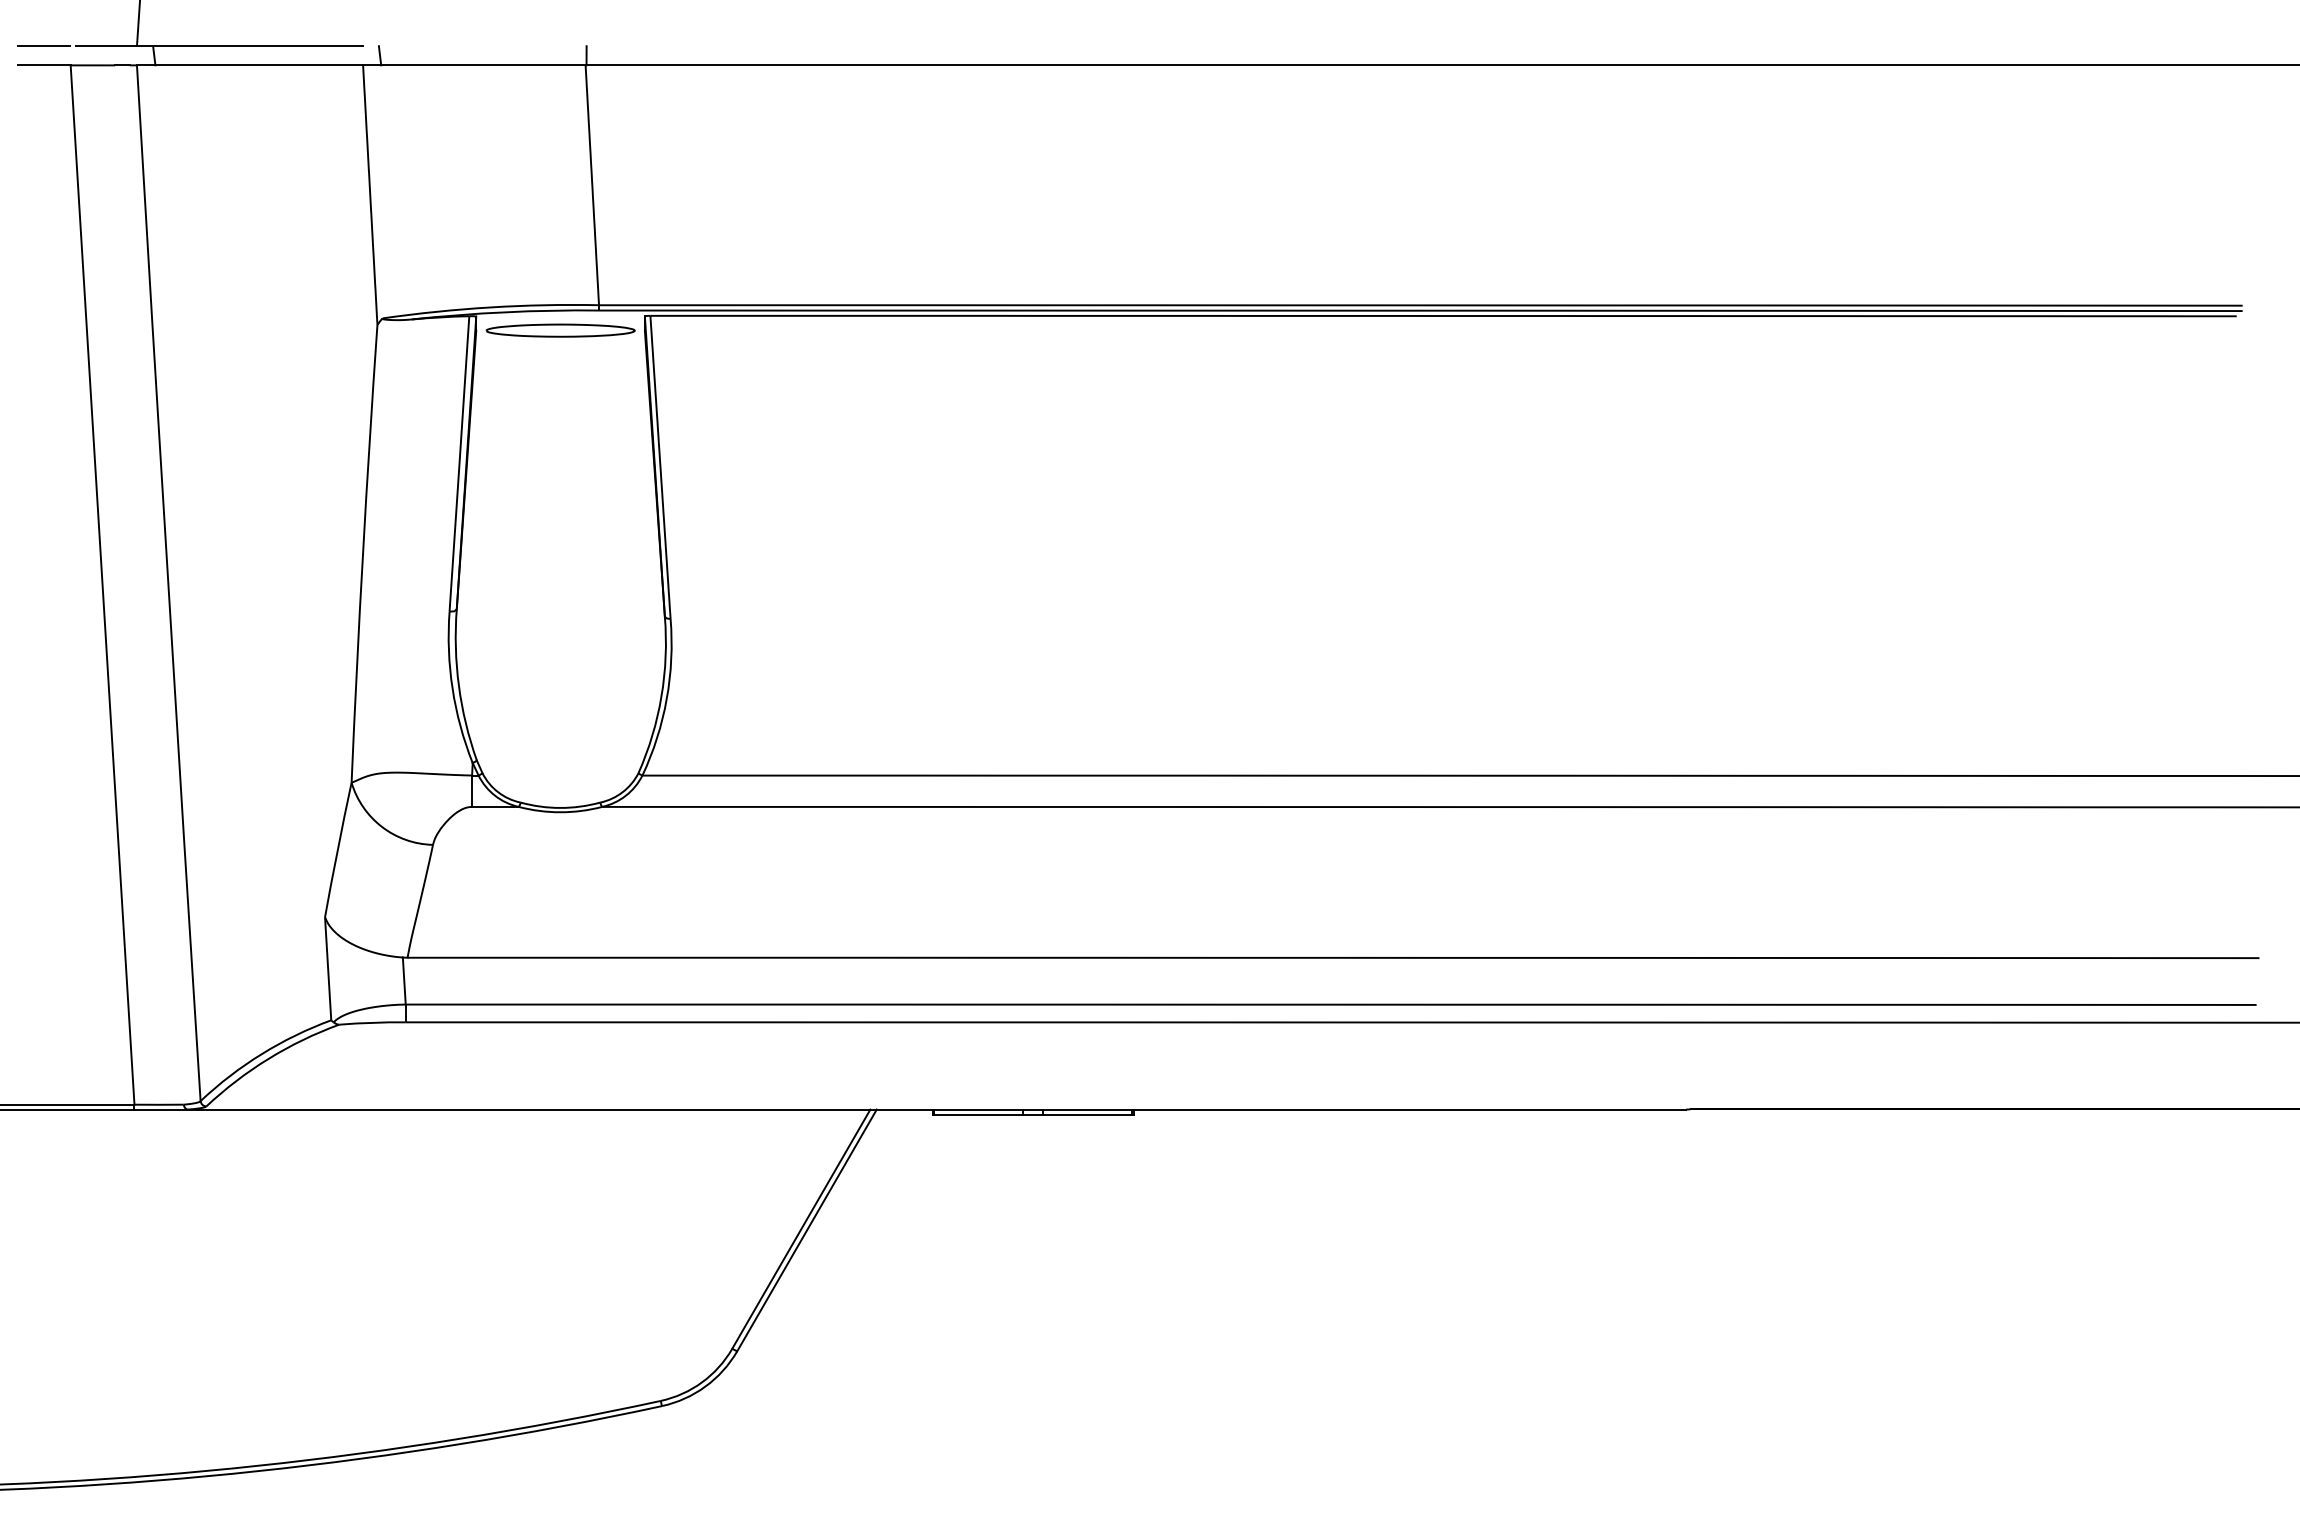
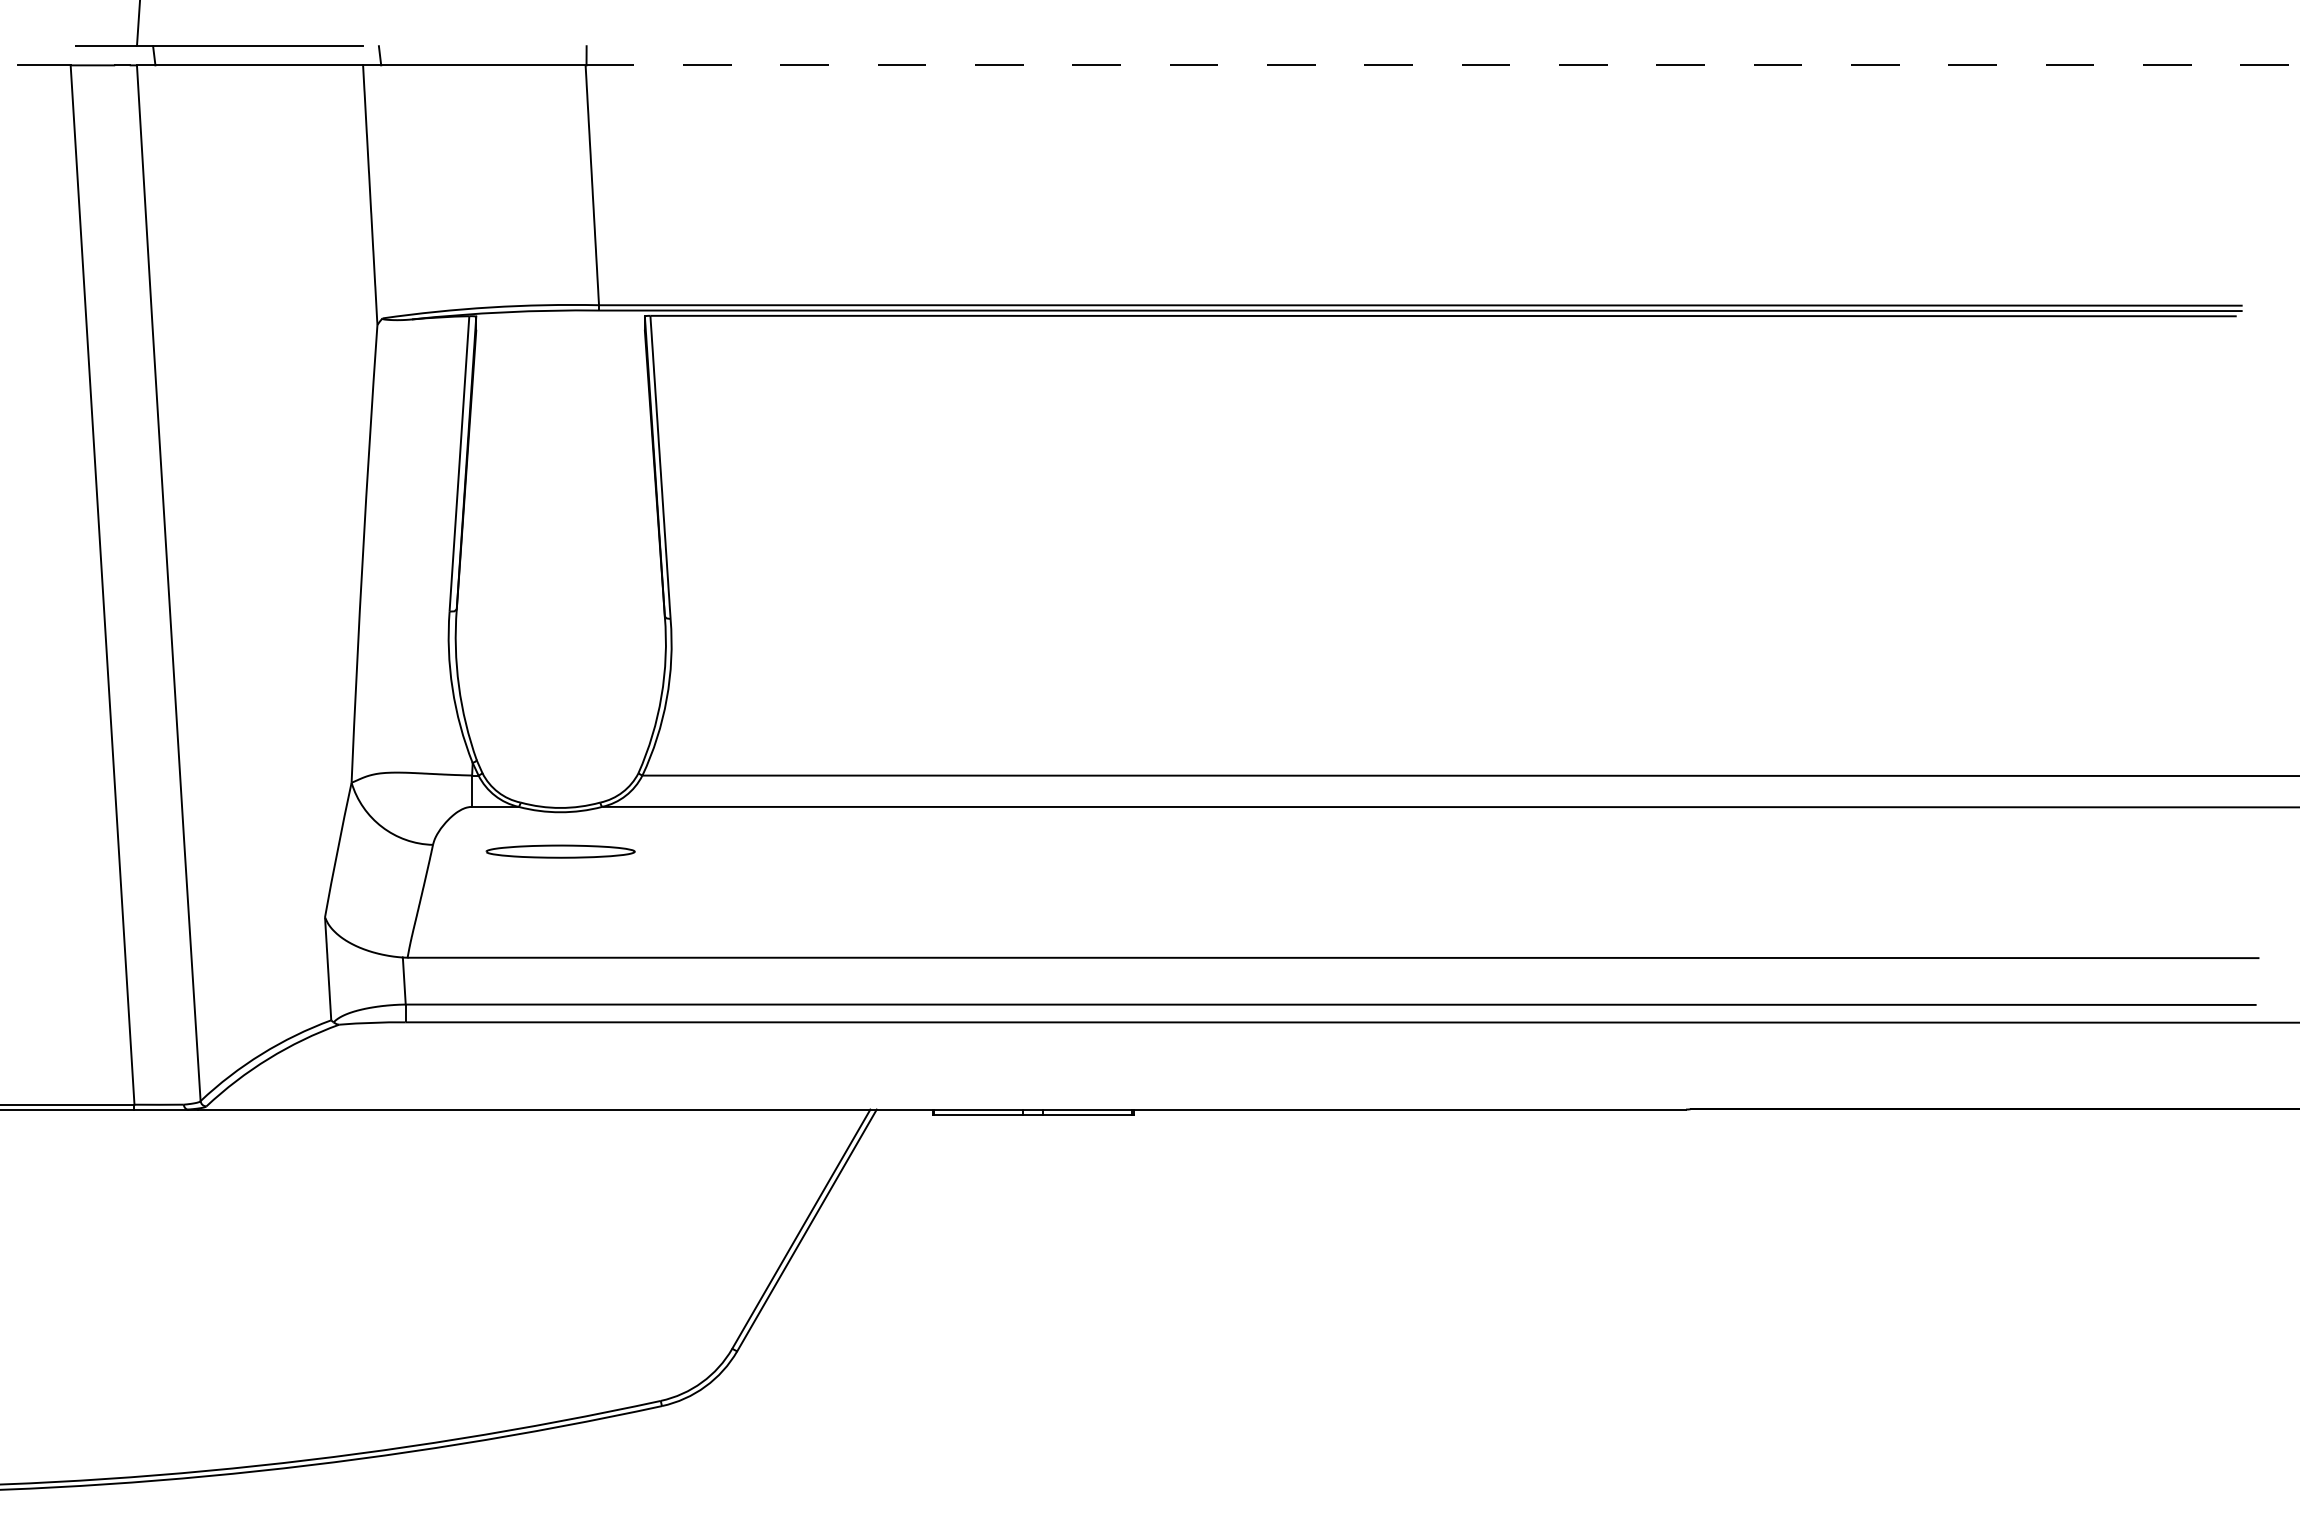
line at (44, 46): present -> none
line at (1442, 65): solid -> dashed
curve at (560, 325) position: (560, 325) -> (560, 846)
